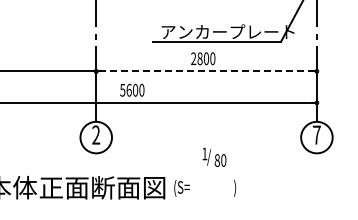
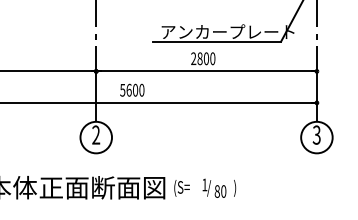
line at (207, 71): dashed -> solid
text at (316, 134): 7 -> 3
text at (214, 156) position: (214, 156) -> (214, 187)
